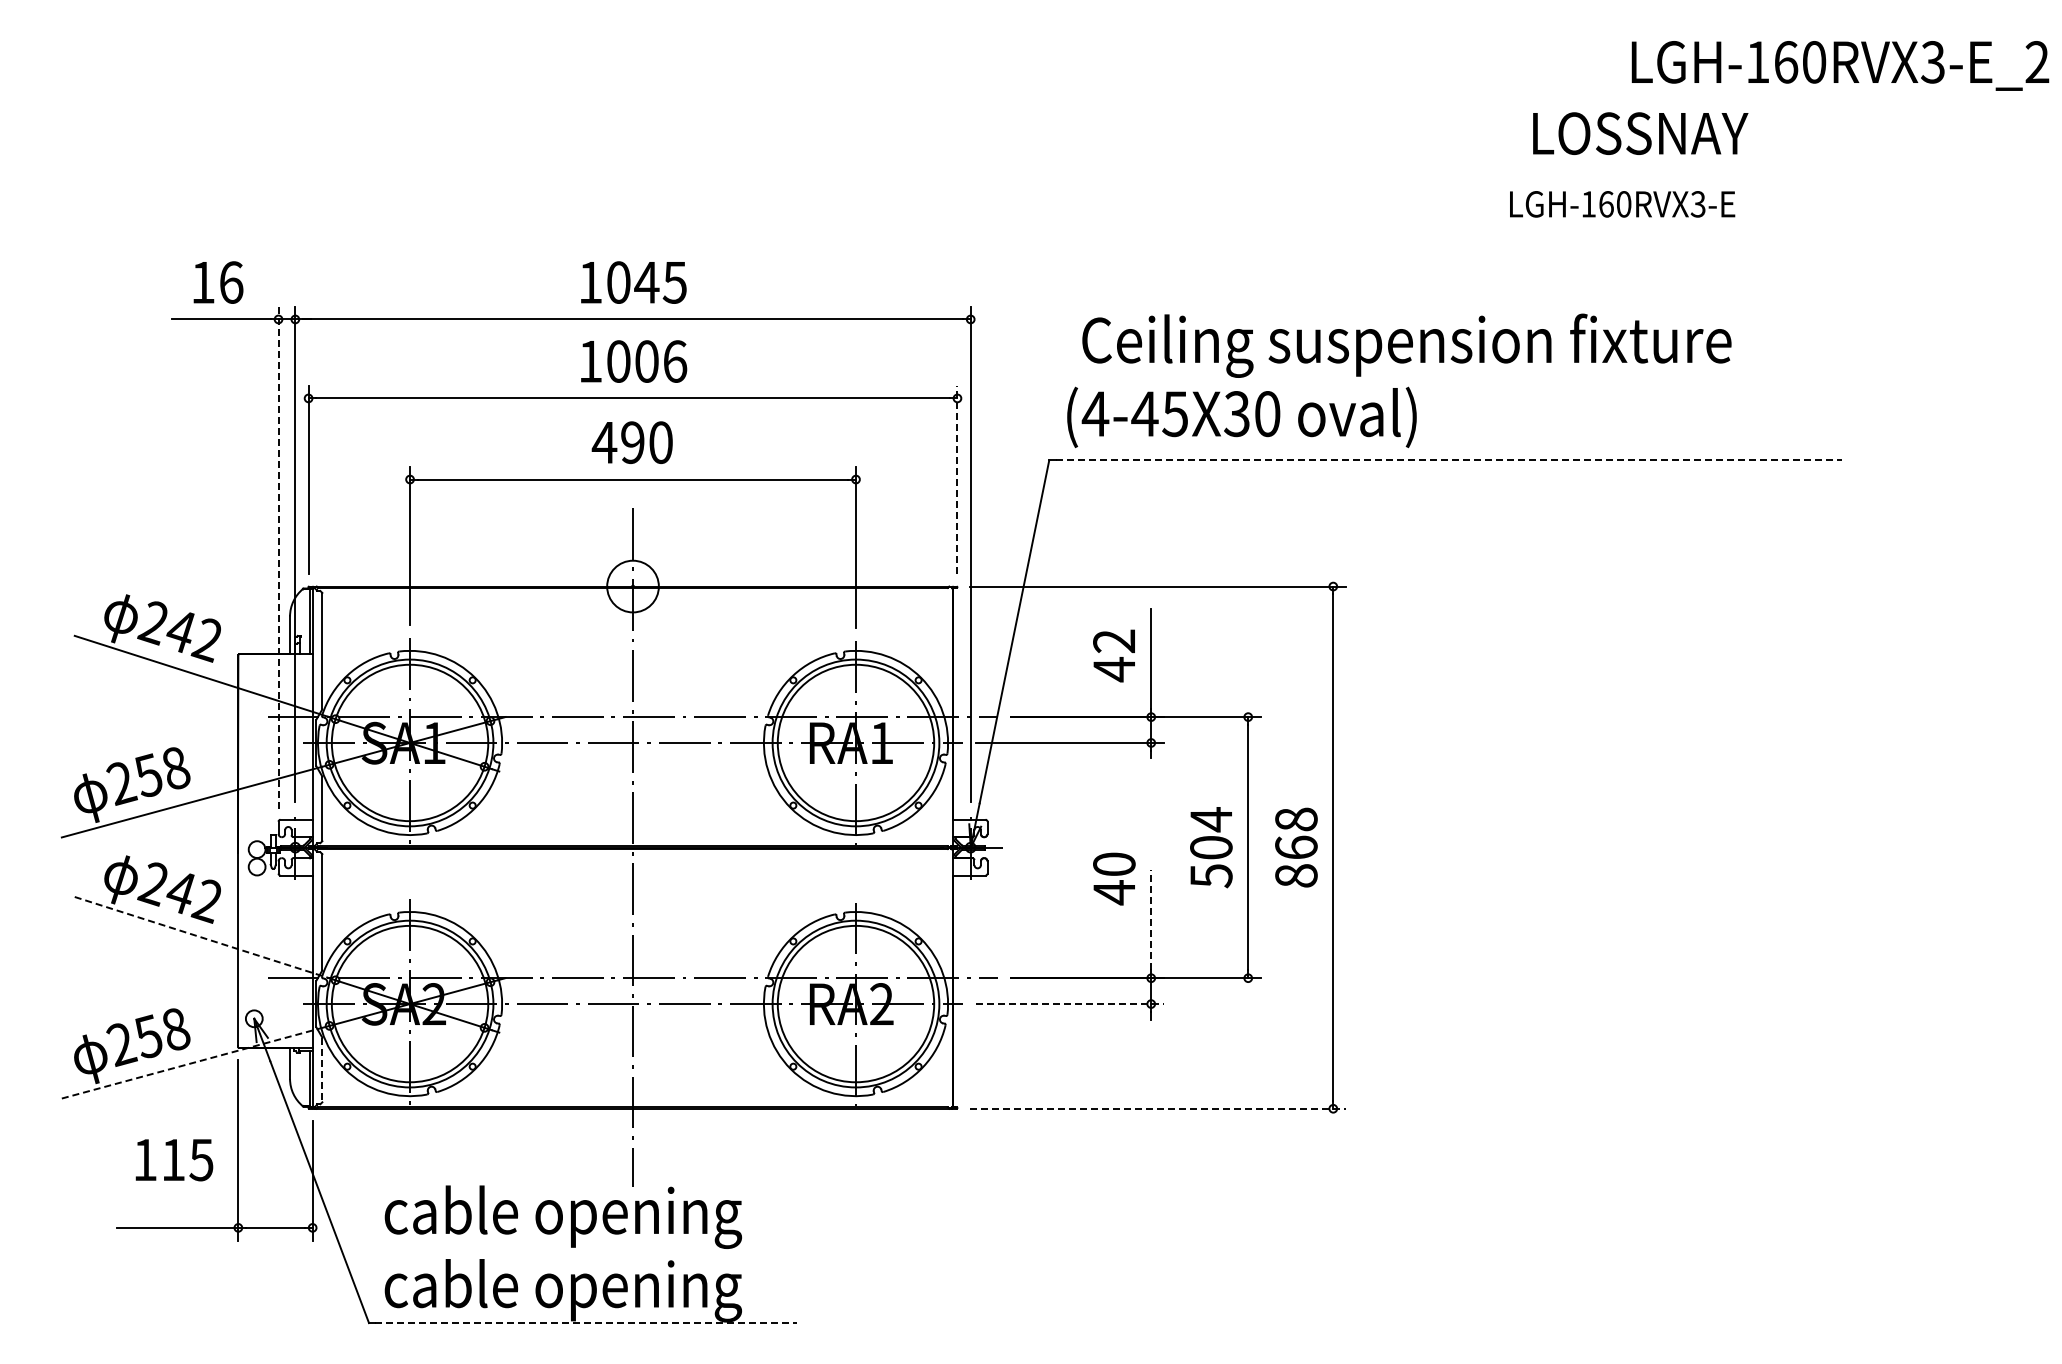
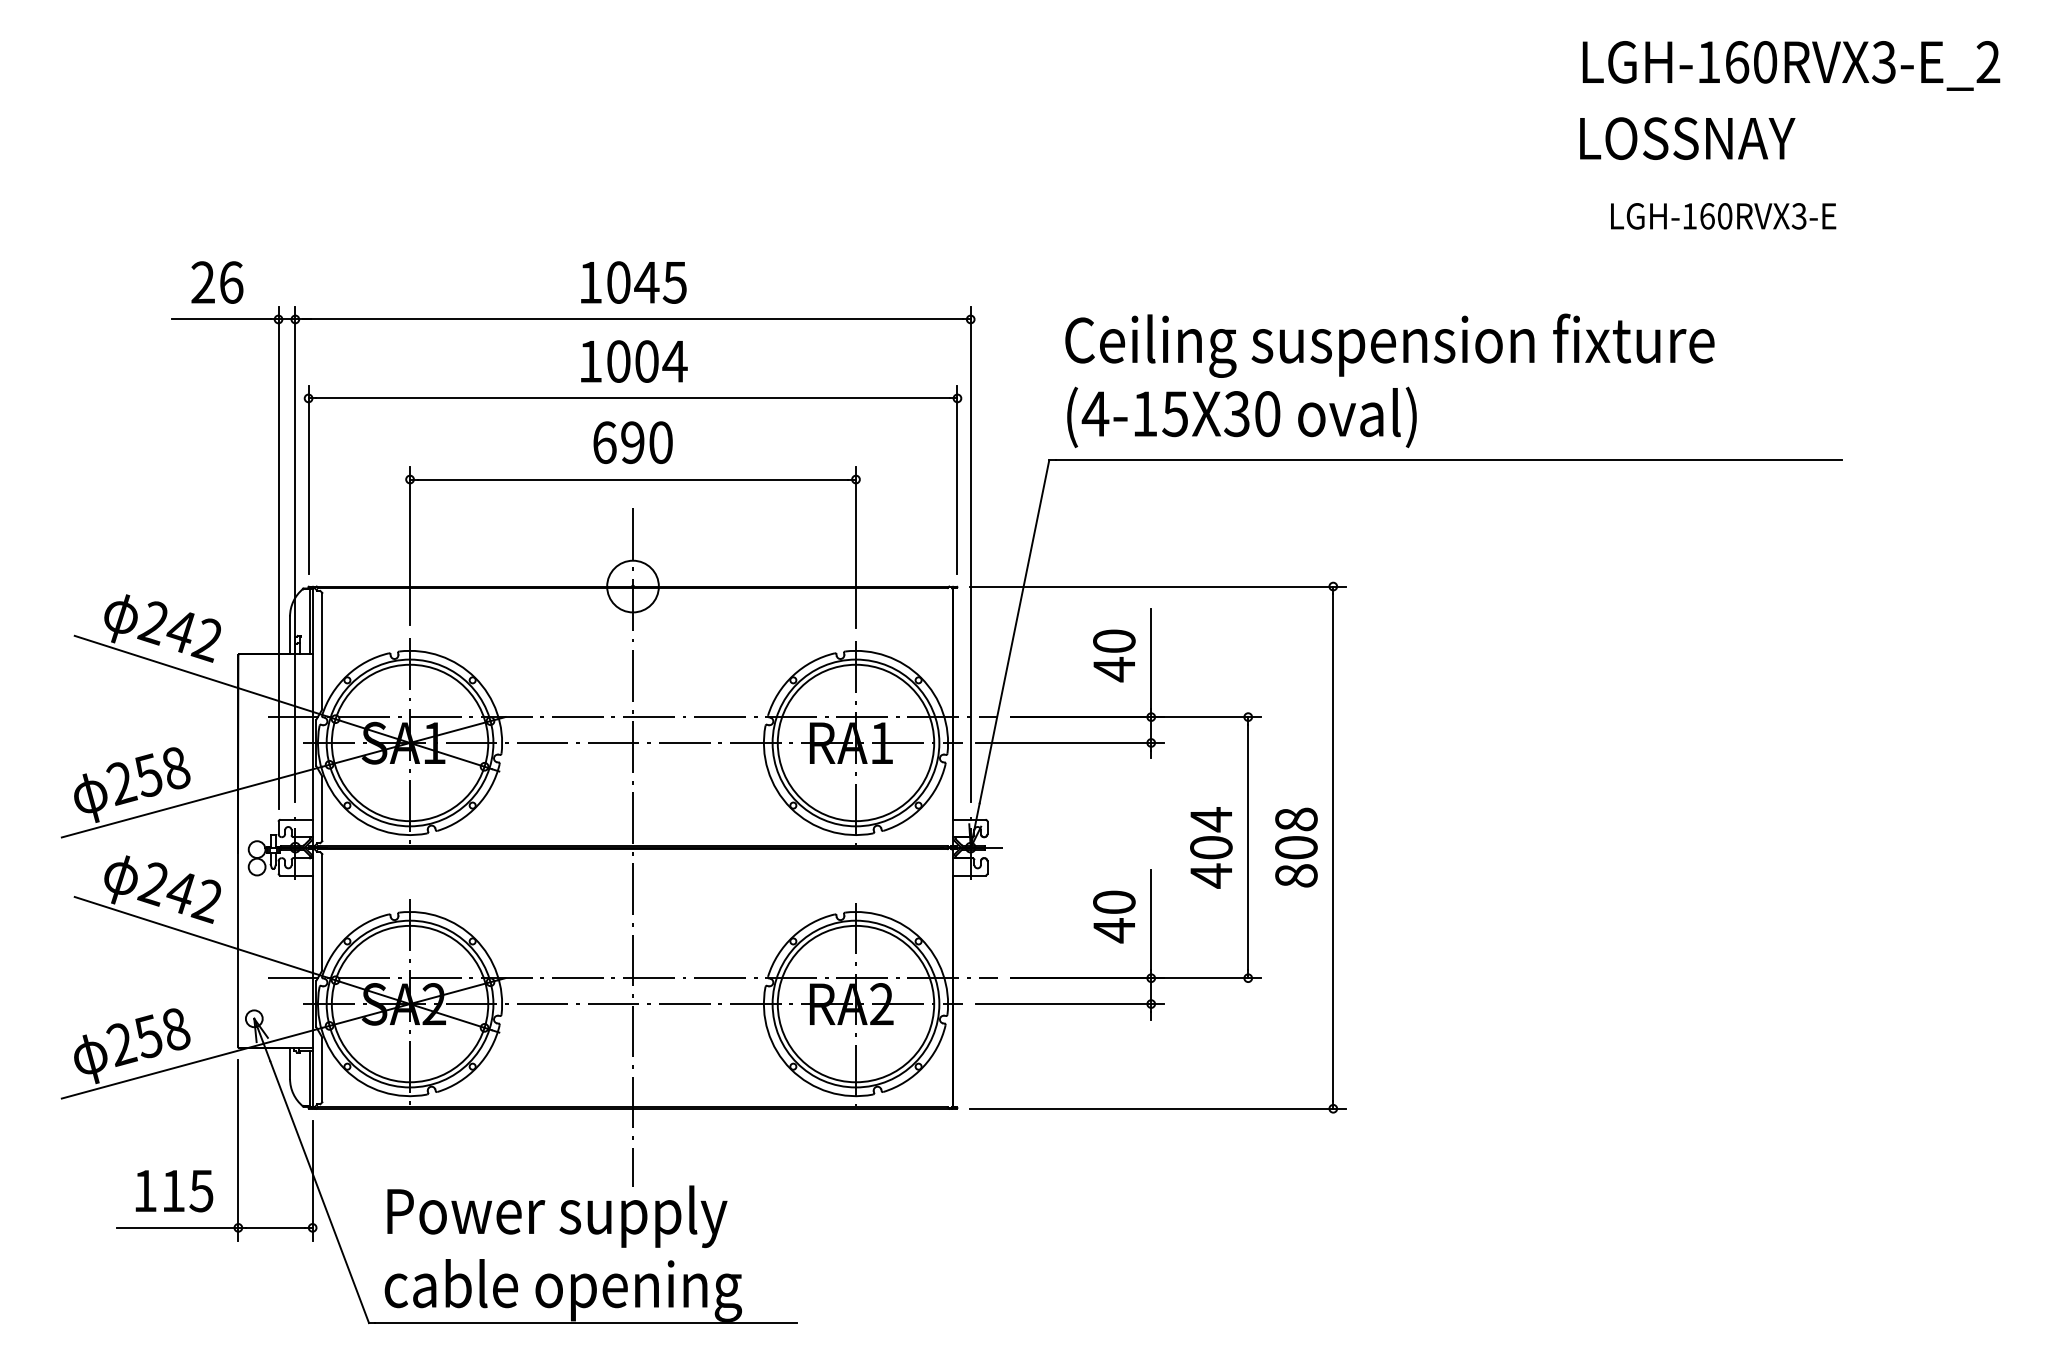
text at (1840, 65) position: (1840, 65) -> (1791, 65)
text at (1640, 133) position: (1640, 133) -> (1687, 138)
text at (1622, 204) position: (1622, 204) -> (1723, 216)
text at (202, 282): 16 -> 26
text at (1406, 345) position: (1406, 345) -> (1389, 345)
text at (674, 361): 1006 -> 1004
text at (1144, 413): (4-45X30 -> (4-15X30
text at (604, 442): 490 -> 690
line at (1449, 460): dashed -> solid
line at (957, 479): dashed -> solid
line at (278, 557): dashed -> solid
text at (1114, 641): 42 -> 40
text at (1296, 847): 868 -> 808
text at (1211, 875): 504 -> 404
text at (1114, 878) position: (1114, 878) -> (1114, 916)
line at (1151, 919): dashed -> solid
line at (201, 937): dashed -> solid
line at (1070, 1004): dashed -> solid
line at (191, 1063): dashed -> solid
line at (322, 1070): dashed -> solid
line at (1158, 1108): dashed -> solid
text at (174, 1160) position: (174, 1160) -> (174, 1191)
text at (563, 1216): cable opening -> Power supply
line at (586, 1323): dashed -> solid
